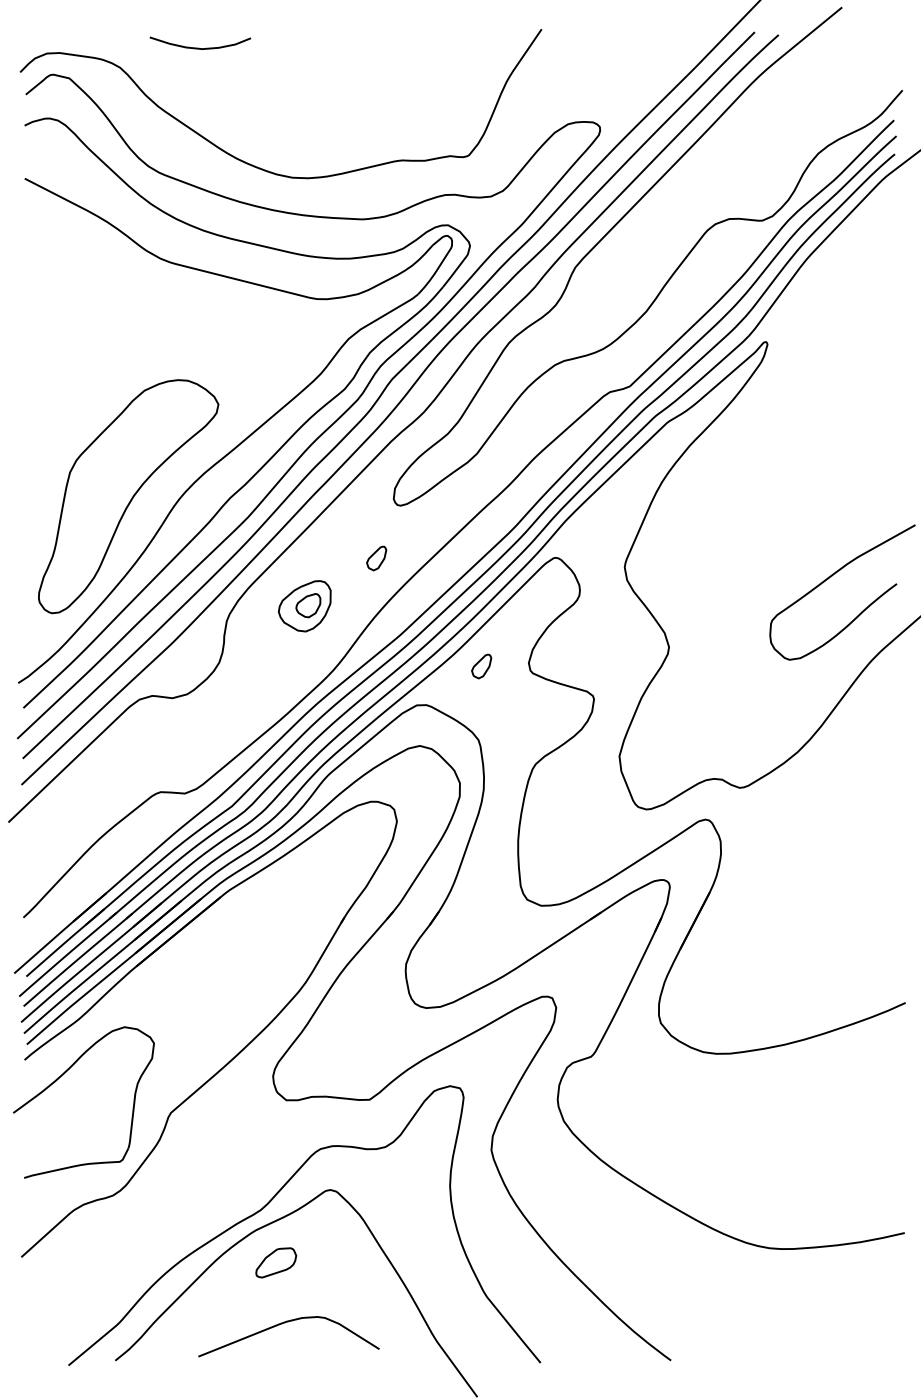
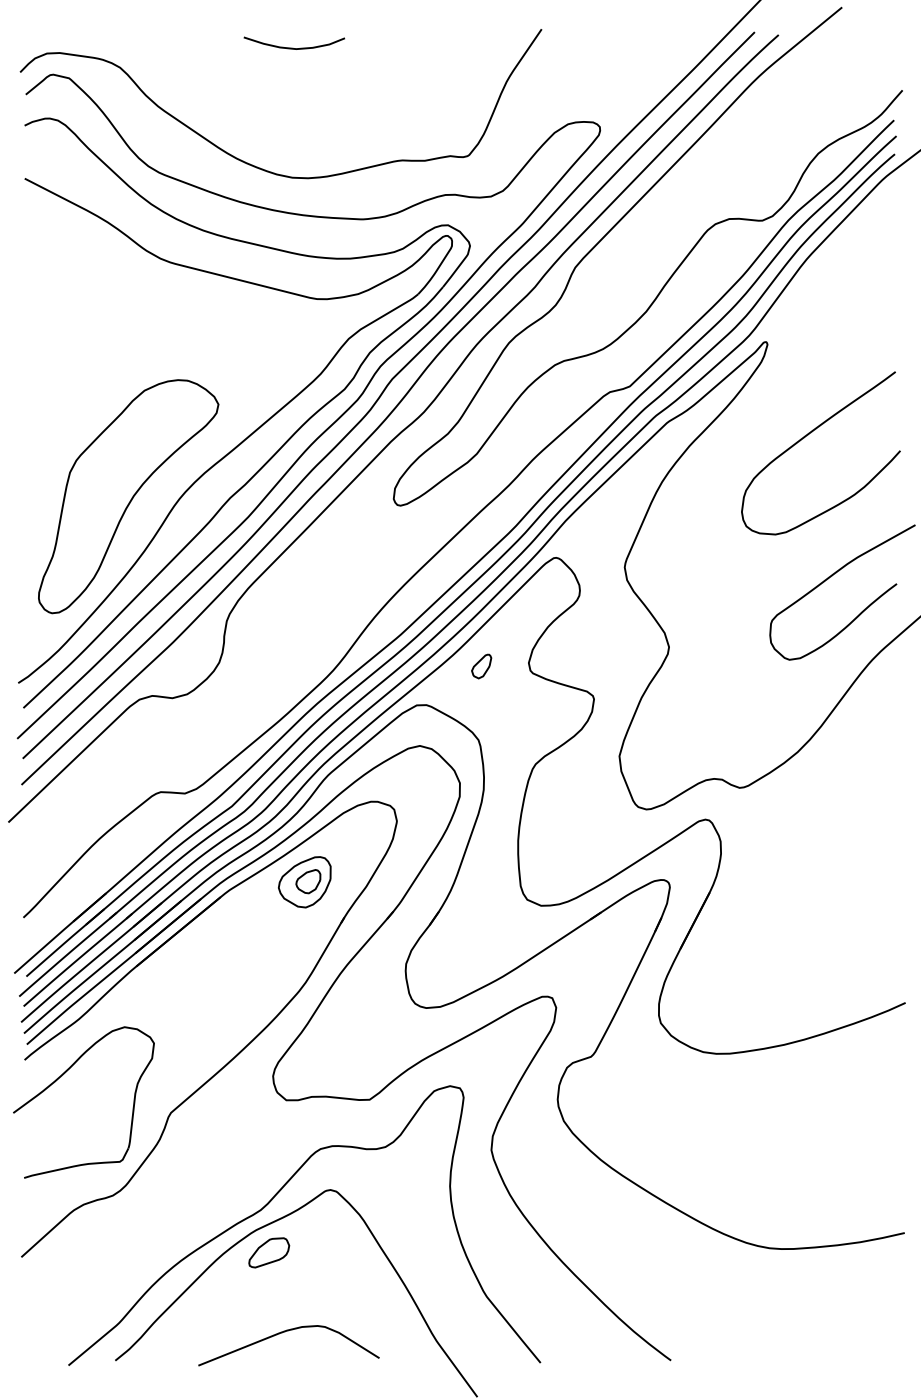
curve at (199, 47) position: (199, 47) -> (293, 47)
curve at (808, 435): none -> present
part at (376, 558): present -> none
part at (304, 606) position: (304, 606) -> (304, 882)
part at (276, 1262) position: (276, 1262) -> (269, 1252)
curve at (285, 1323) position: (285, 1323) -> (285, 1332)
